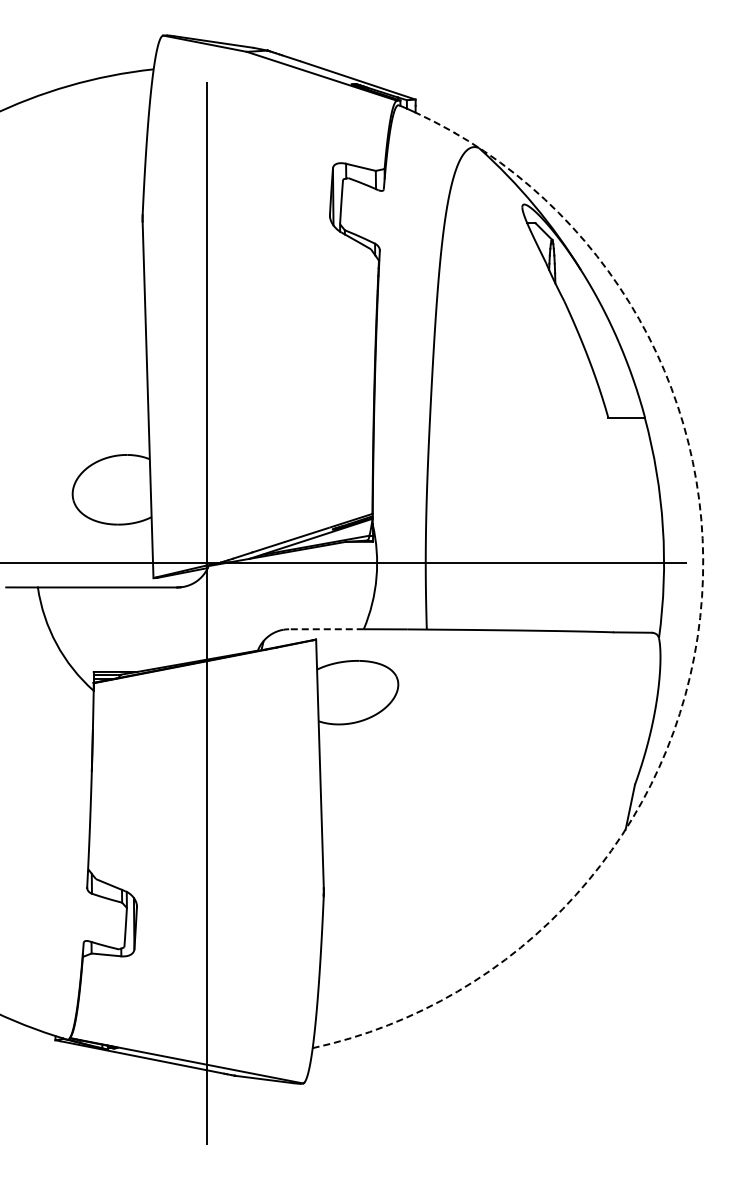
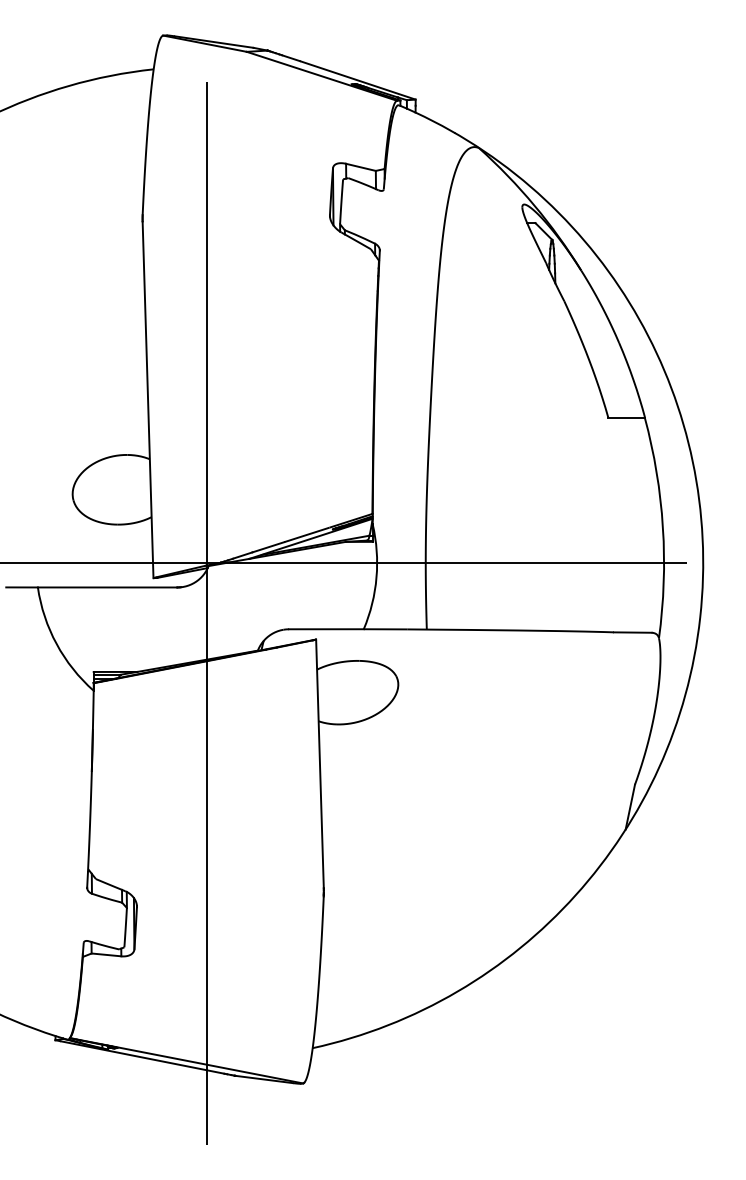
arc at (700, 617): dashed -> solid
line at (325, 629): dashed -> solid
